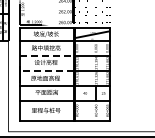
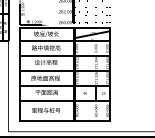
line at (46, 55): dashed -> solid
line at (46, 70): dashed -> solid
